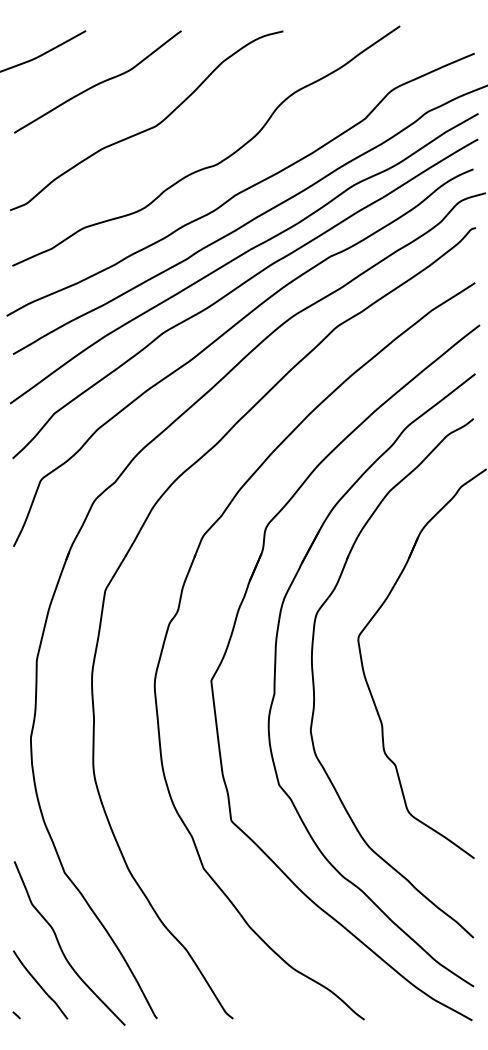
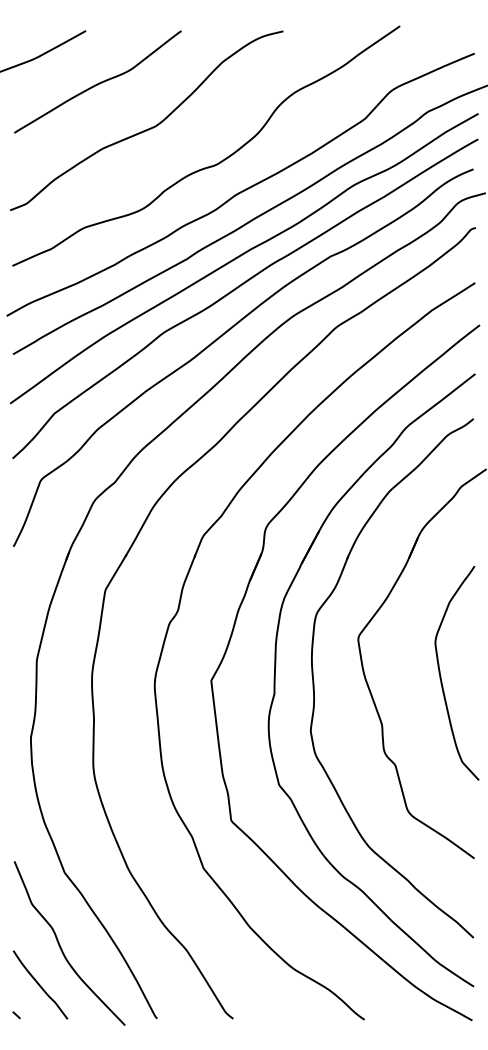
curve at (441, 675): none -> present
